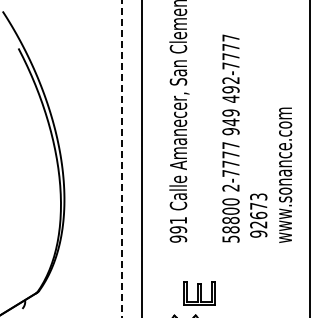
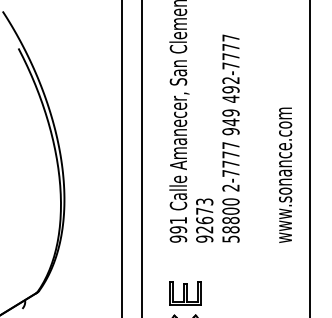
line at (122, 159): dashed -> solid
text at (258, 215) position: (258, 215) -> (204, 220)
part at (199, 293) position: (199, 293) -> (185, 293)
